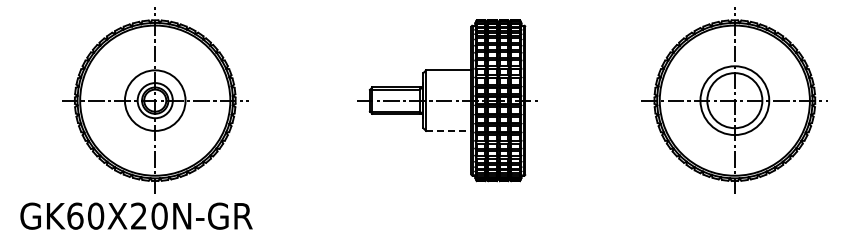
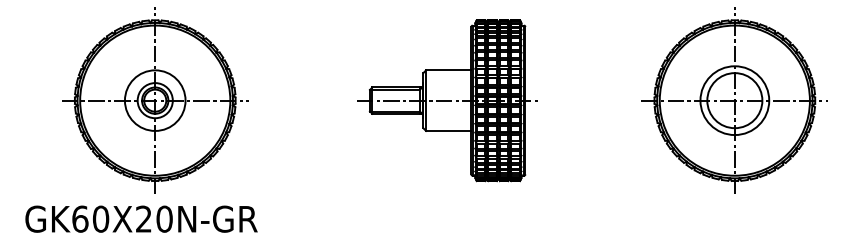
line at (448, 130): dashed -> solid
text at (136, 215) position: (136, 215) -> (141, 218)
